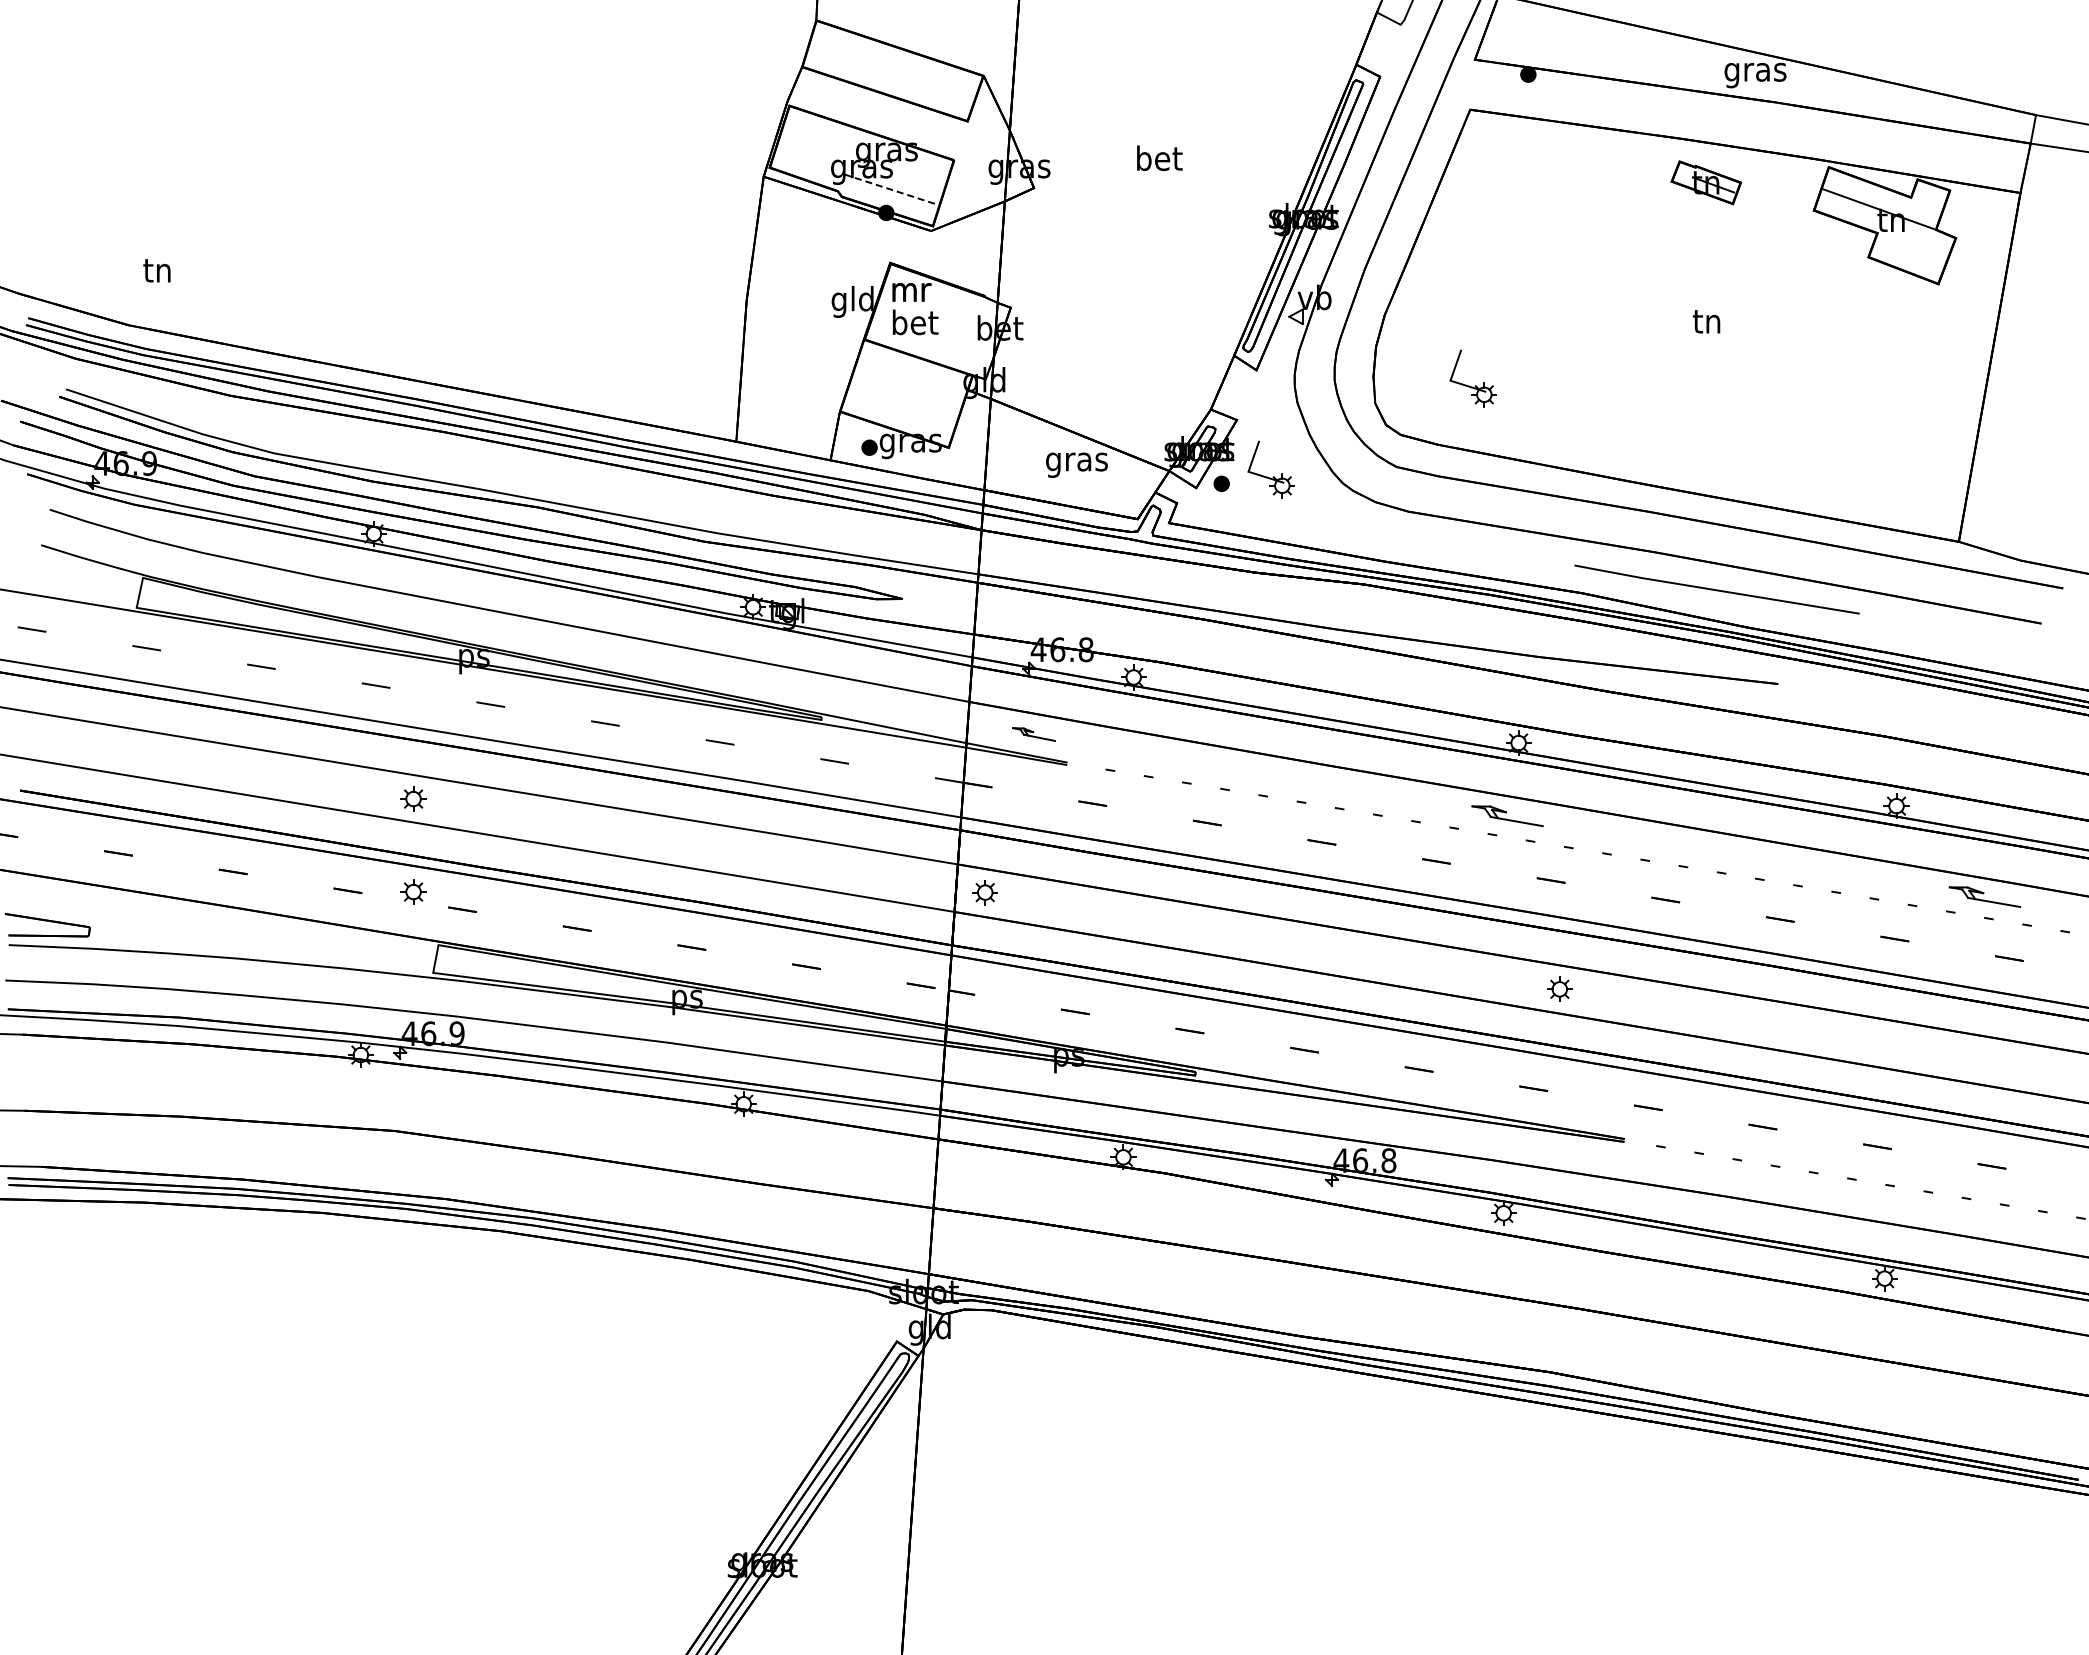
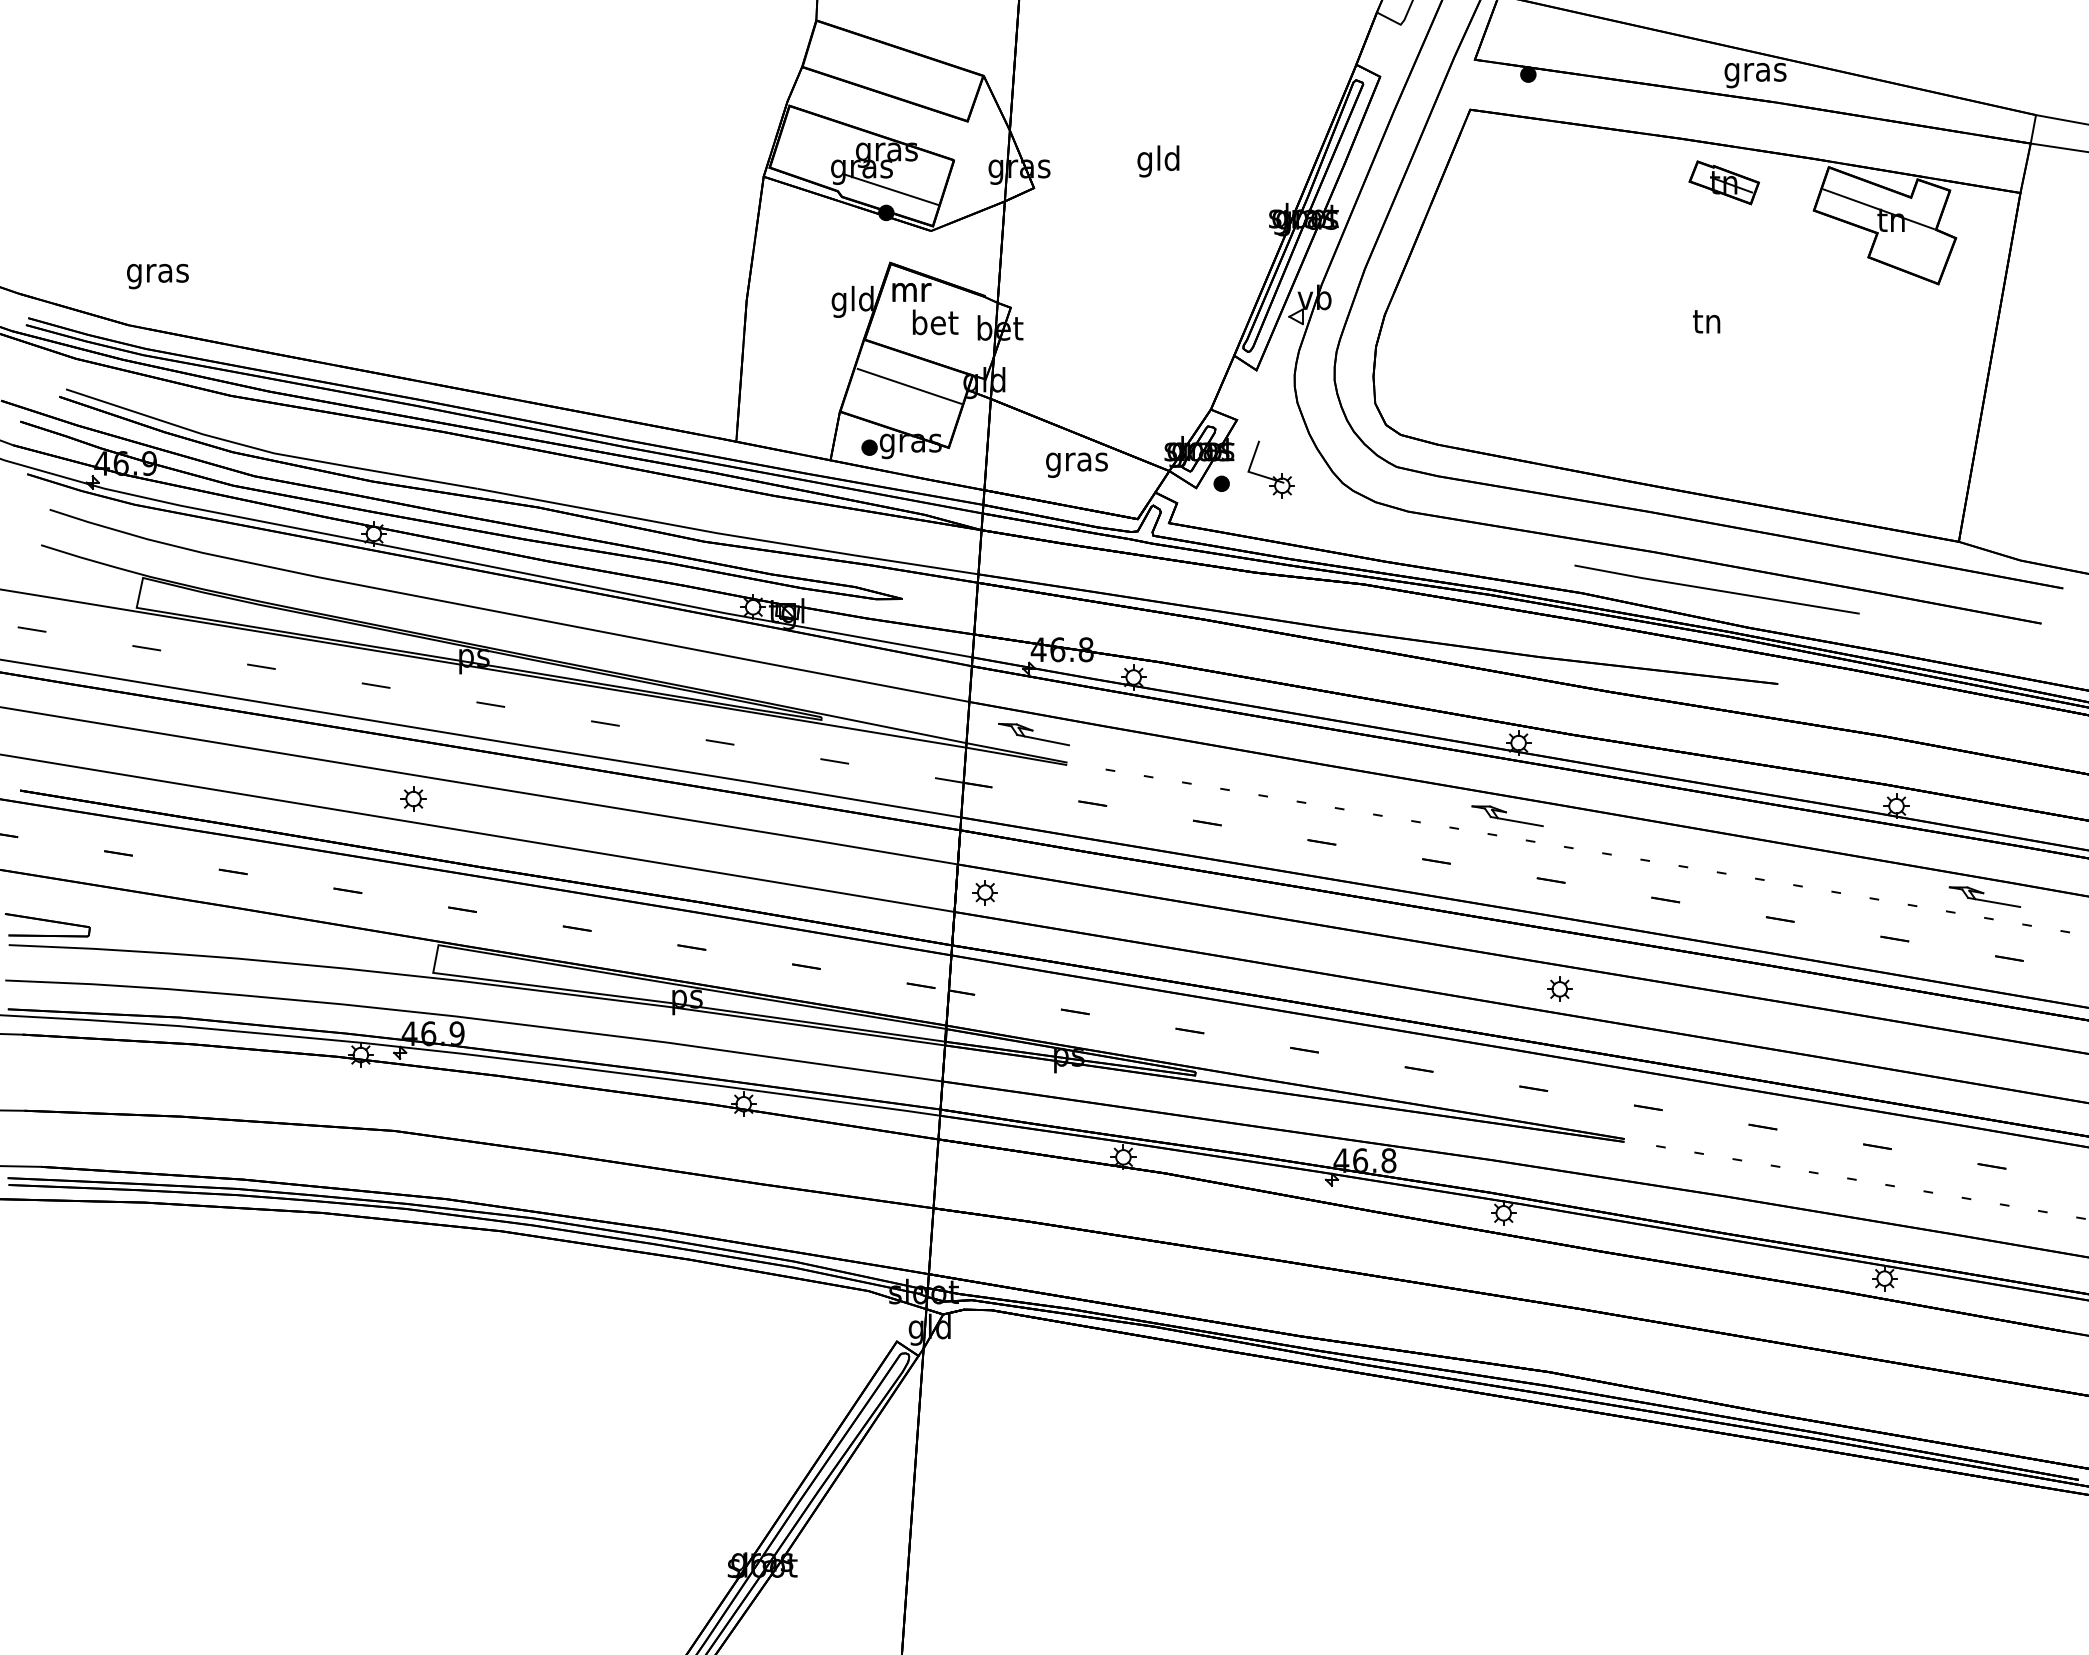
text at (1159, 161): bet -> gld
part at (1706, 182) position: (1706, 182) -> (1724, 182)
line at (891, 189): dashed -> solid
text at (157, 274): tn -> gras
text at (915, 322) position: (915, 322) -> (935, 322)
line at (909, 385): none -> present
part at (1469, 385): present -> none
part at (1033, 734) size: 44x15 px -> 72x25 px
part at (413, 891): present -> none
